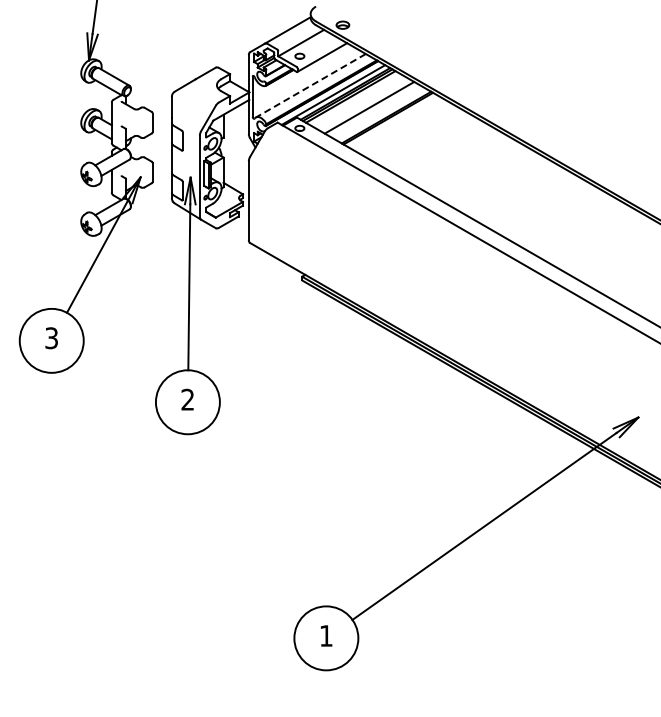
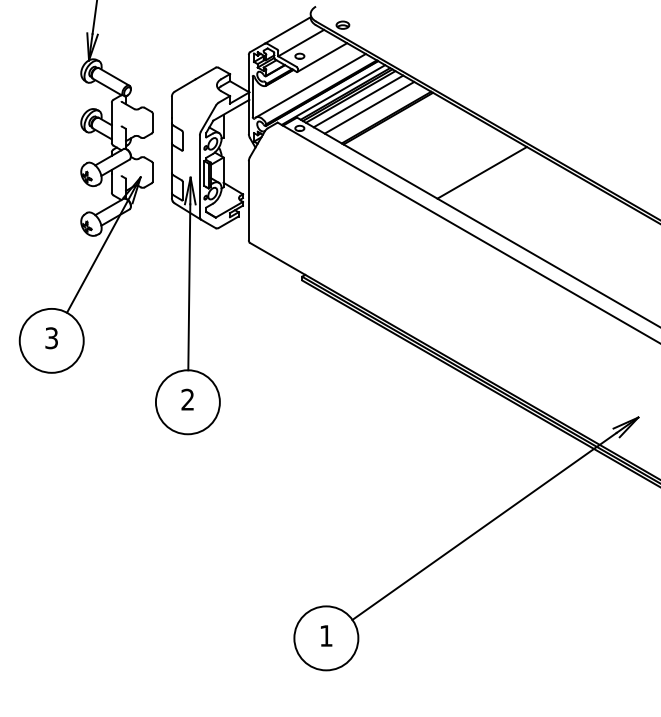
line at (310, 86): dashed -> solid
line at (358, 101): none -> present
line at (481, 172): none -> present
